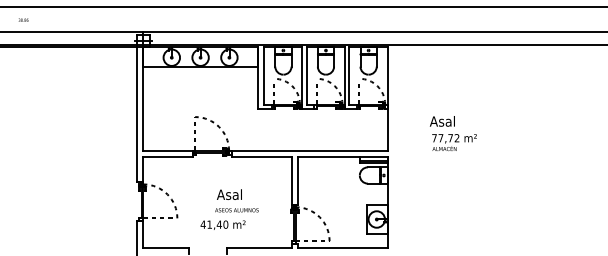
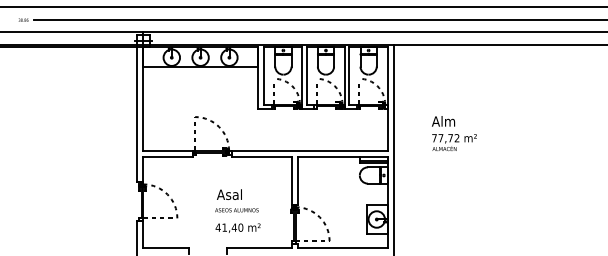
line at (319, 20): none -> present
text at (442, 121): Asal -> Alm
line at (393, 148): none -> present
text at (222, 224) position: (222, 224) -> (237, 227)
